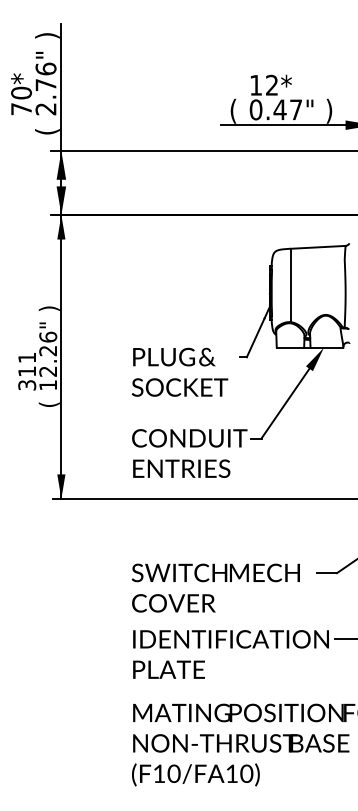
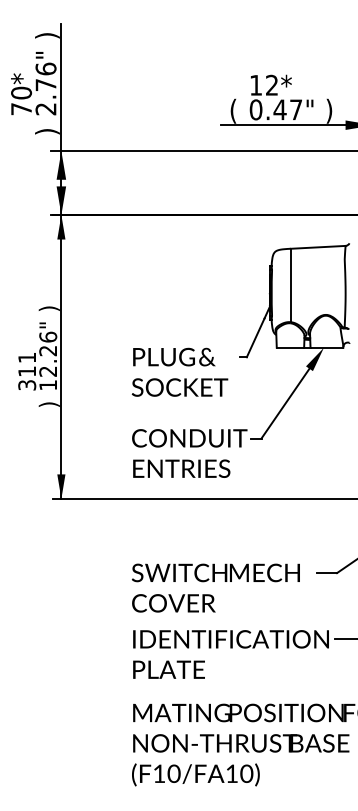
text at (47, 131): ( -> )
text at (48, 404): ( -> )
